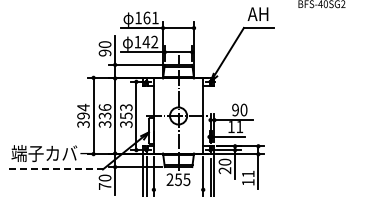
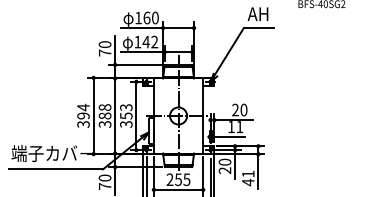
text at (155, 17): 161 -> 160
text at (104, 52): 90 -> 70
text at (235, 110): 90 -> 20
text at (104, 111): 336 -> 388
line at (56, 169): dashed -> solid
text at (248, 182): 11 -> 41
line at (178, 189): none -> present
